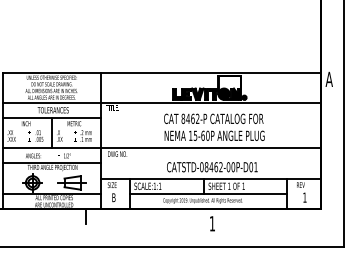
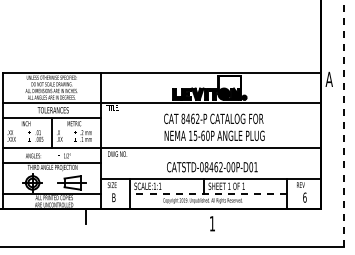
line at (343, 123): solid -> dashed
line at (208, 193): solid -> dashed
text at (304, 197): 1 -> 6
